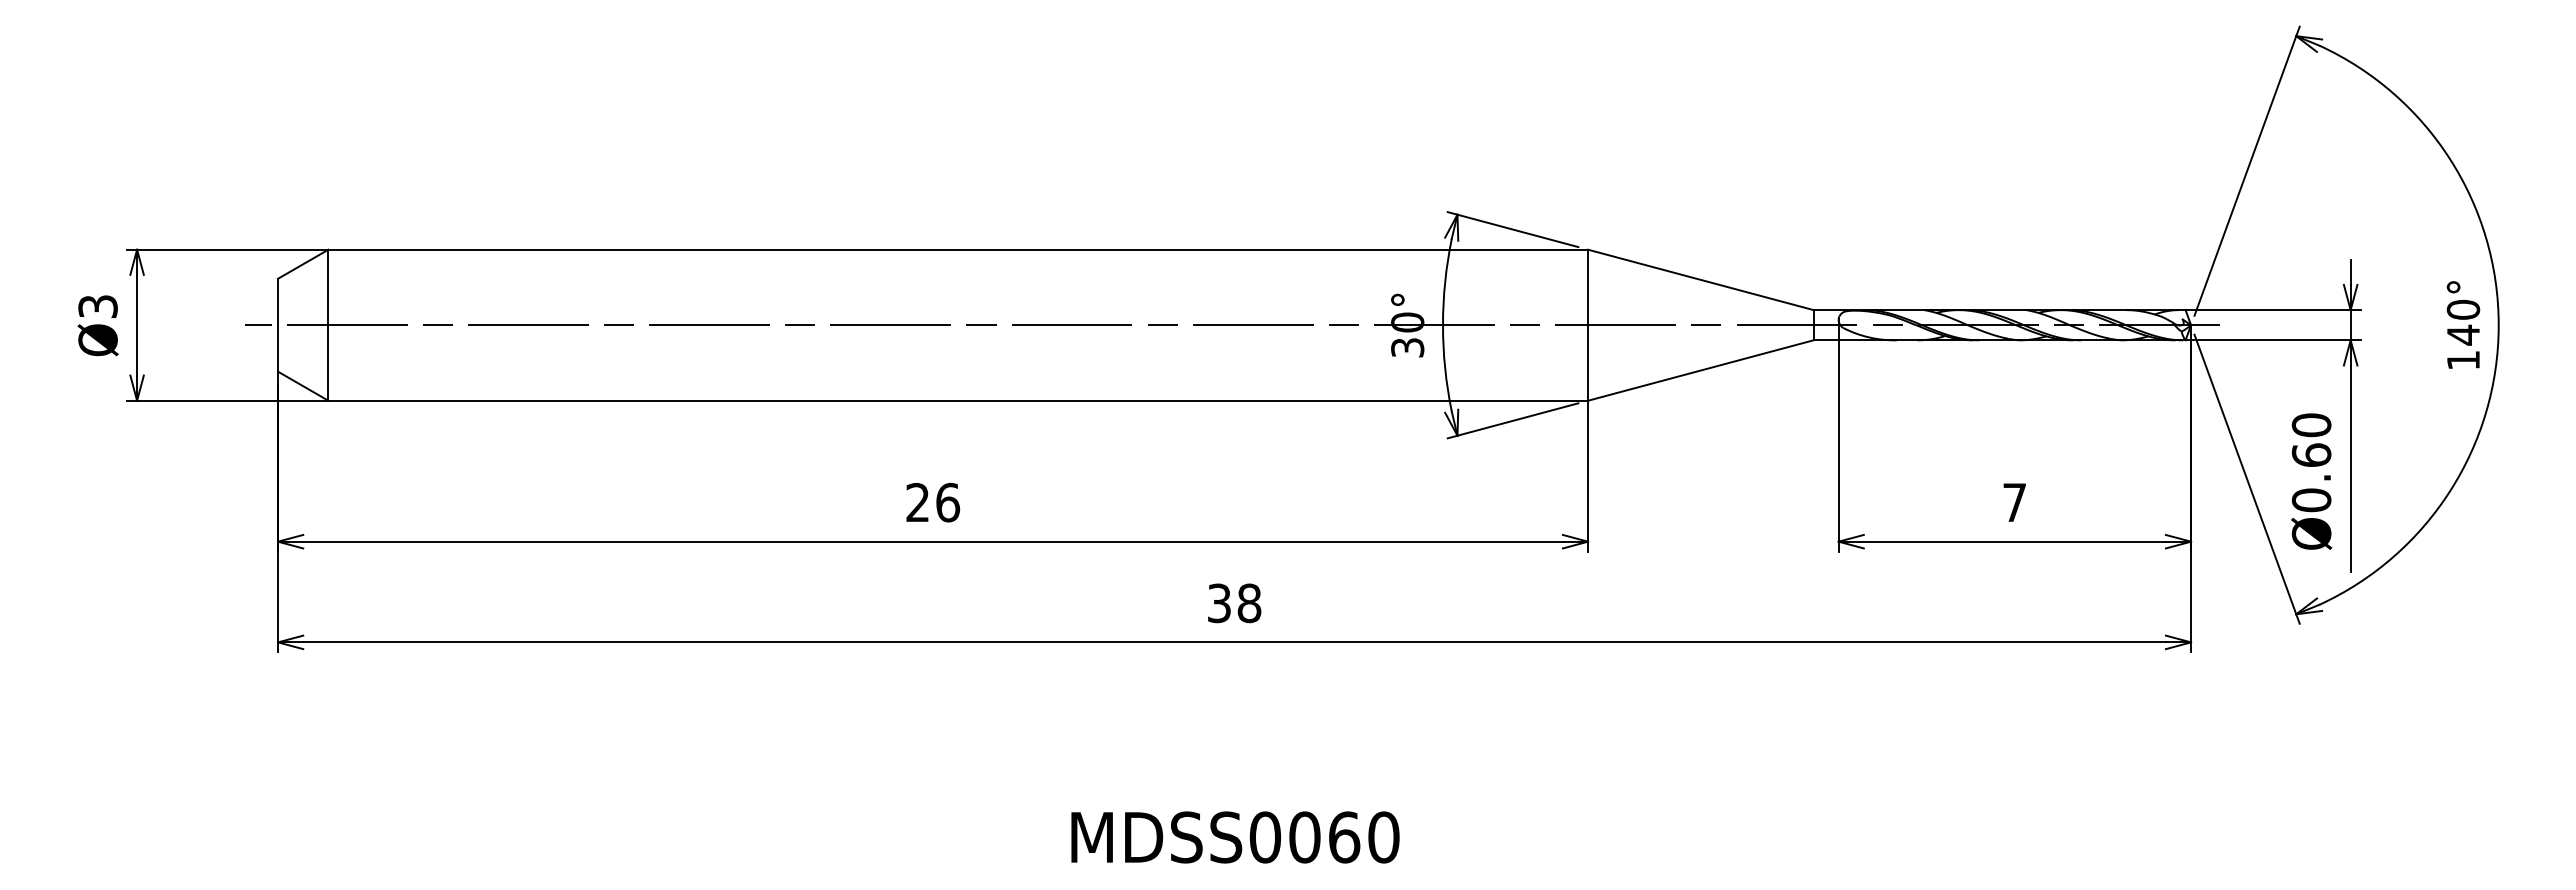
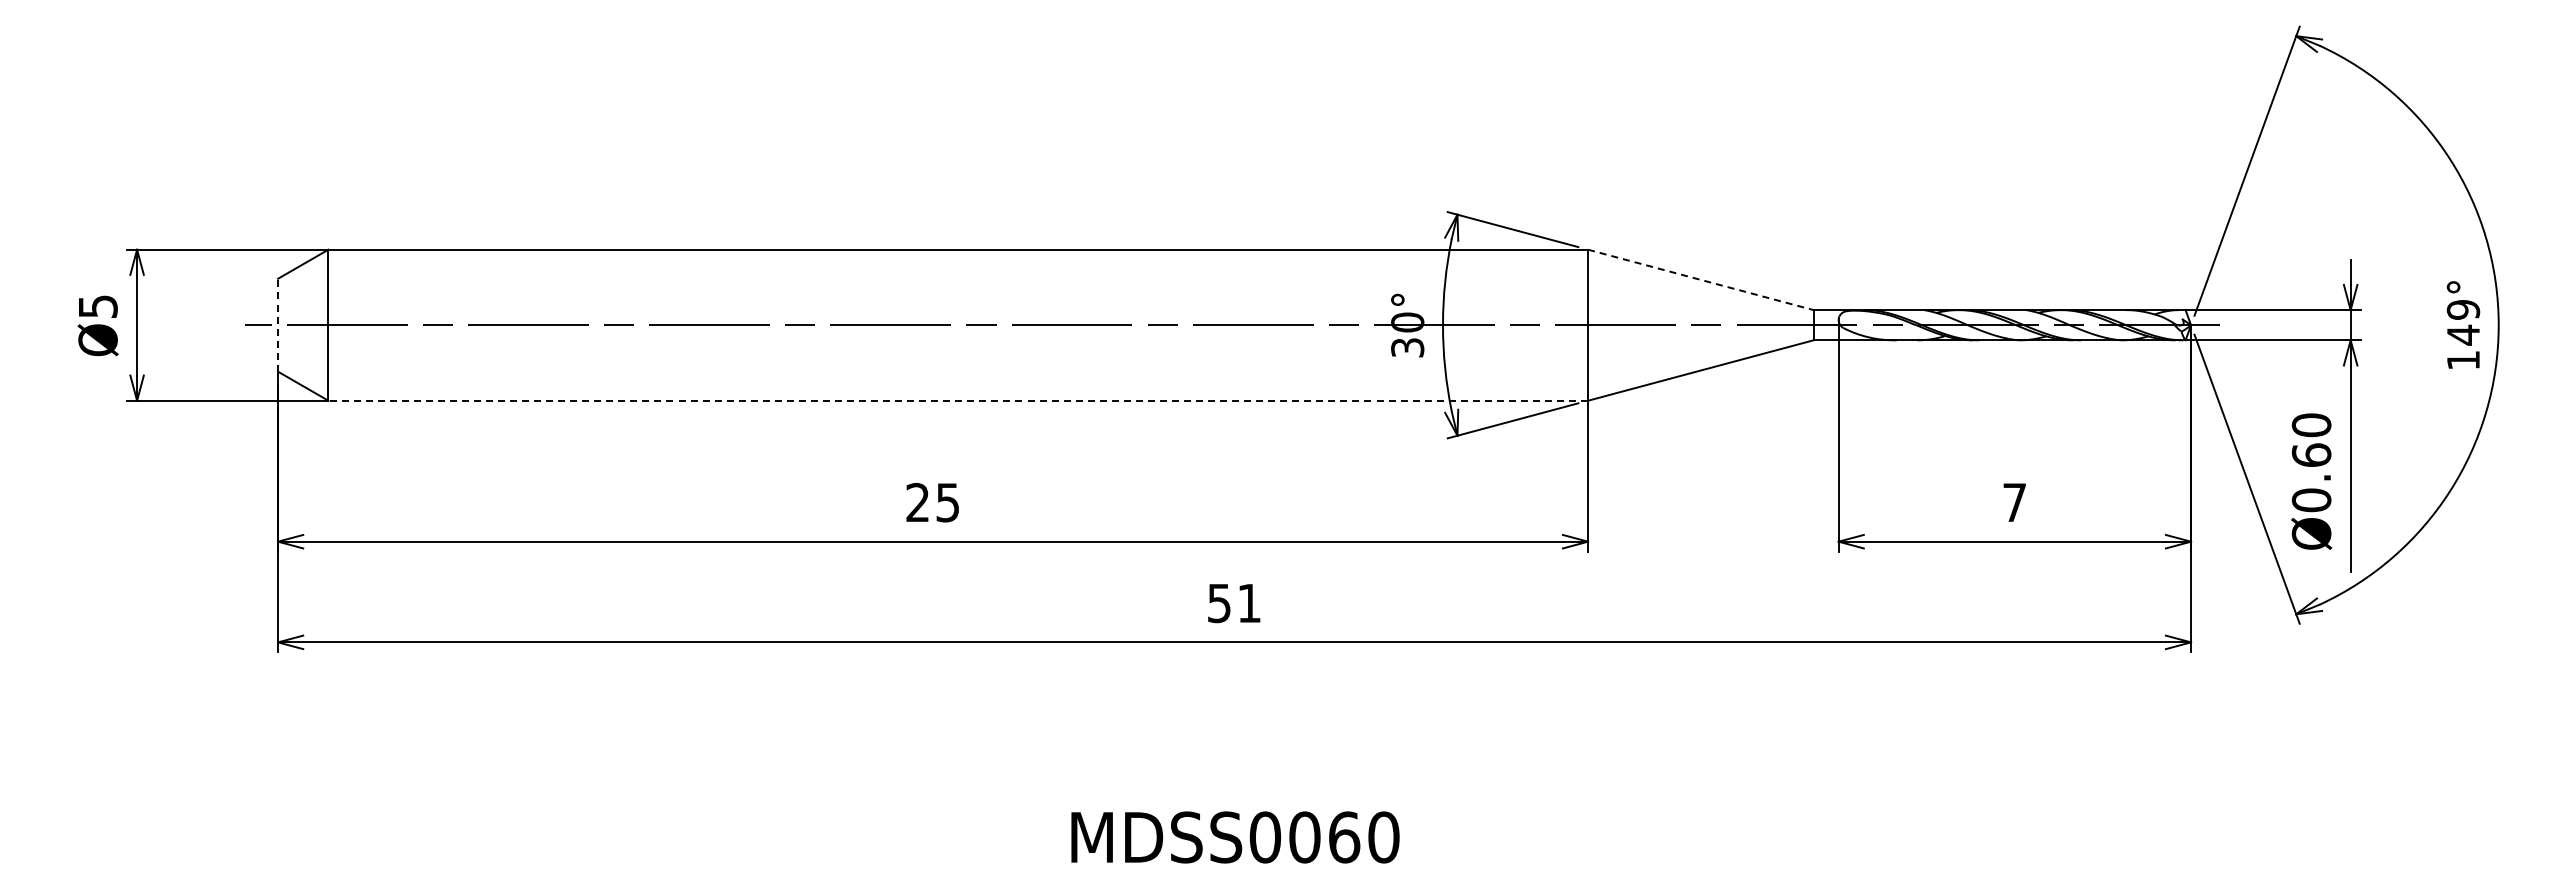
line at (1700, 279): solid -> dashed
text at (97, 306): Ø3 -> Ø5
text at (2463, 309): 140° -> 149°
line at (278, 324): solid -> dashed
line at (958, 400): solid -> dashed
text at (948, 502): 26 -> 25
text at (1234, 603): 38 -> 51
